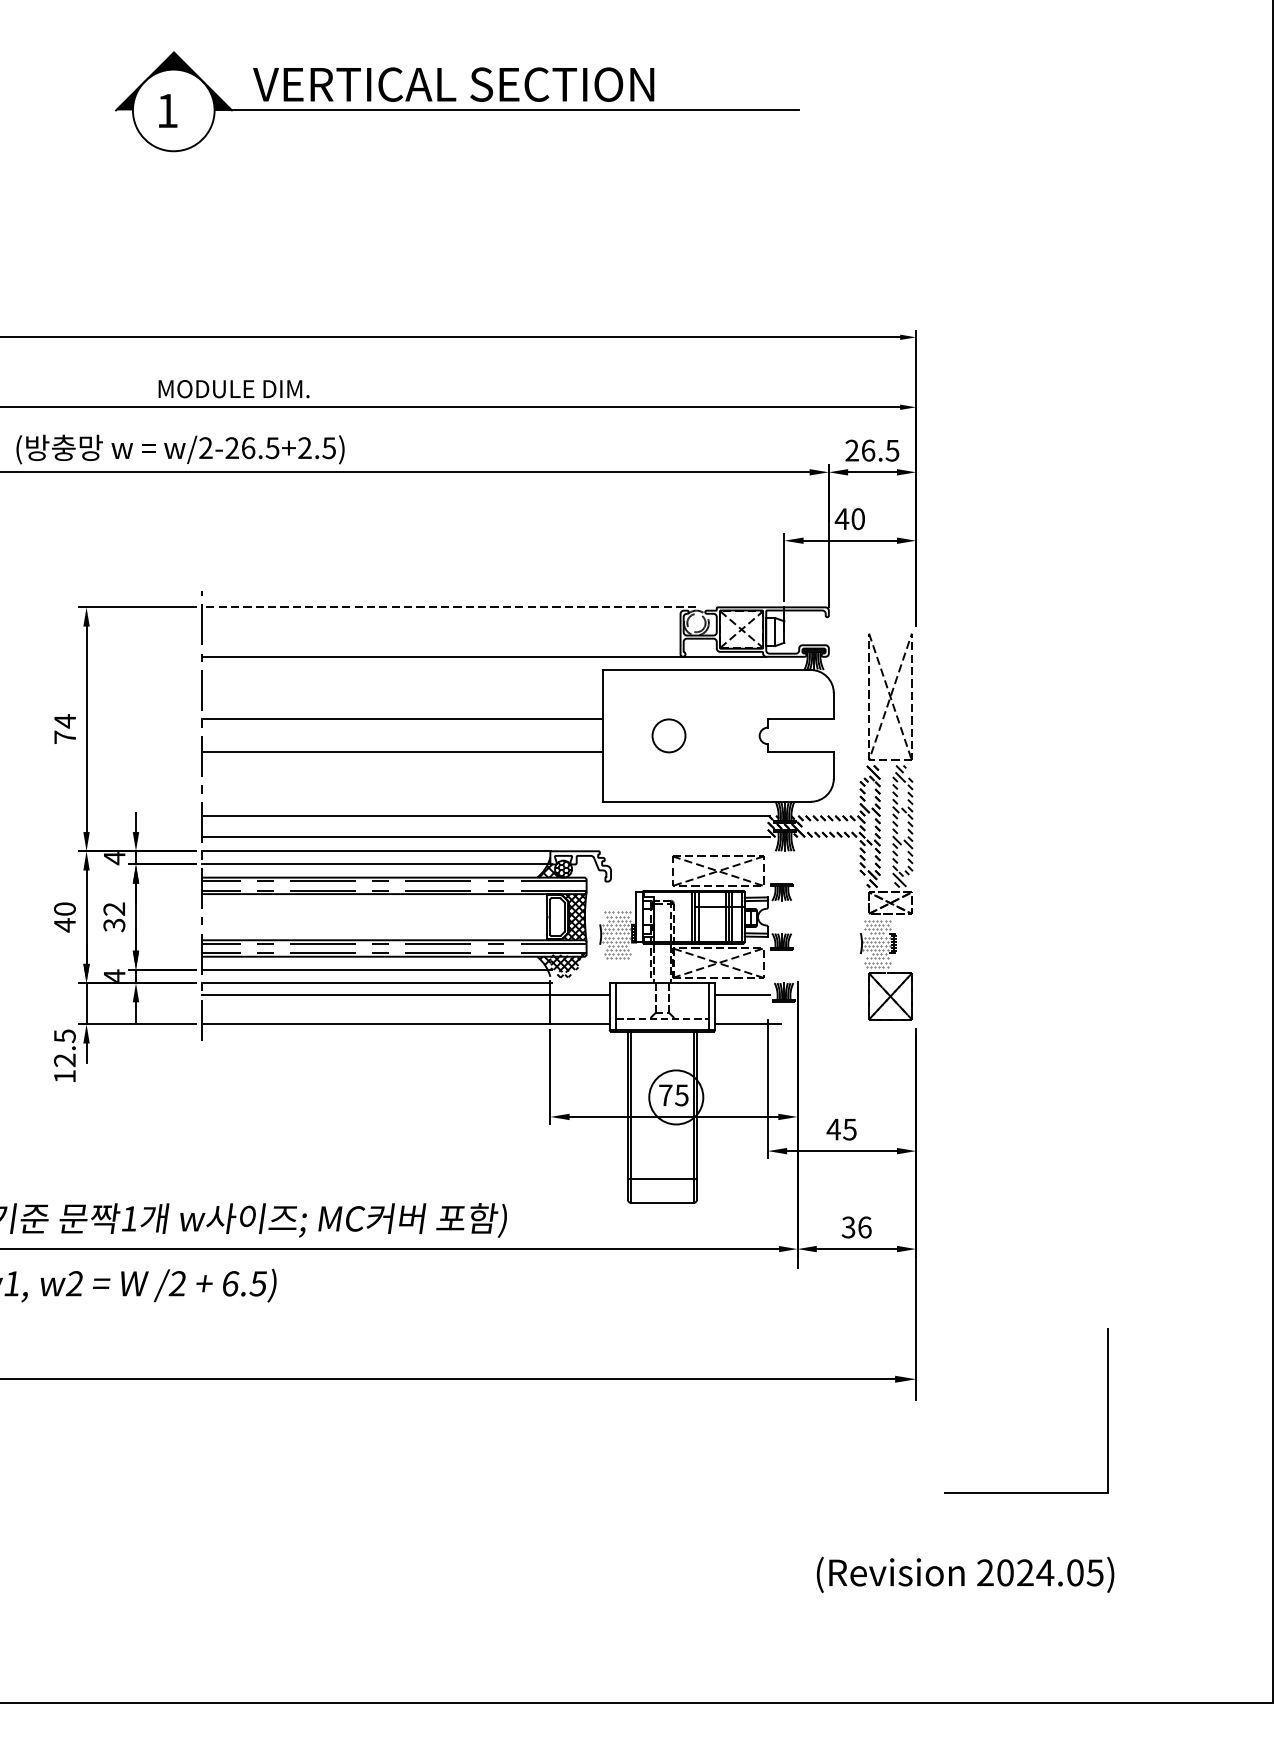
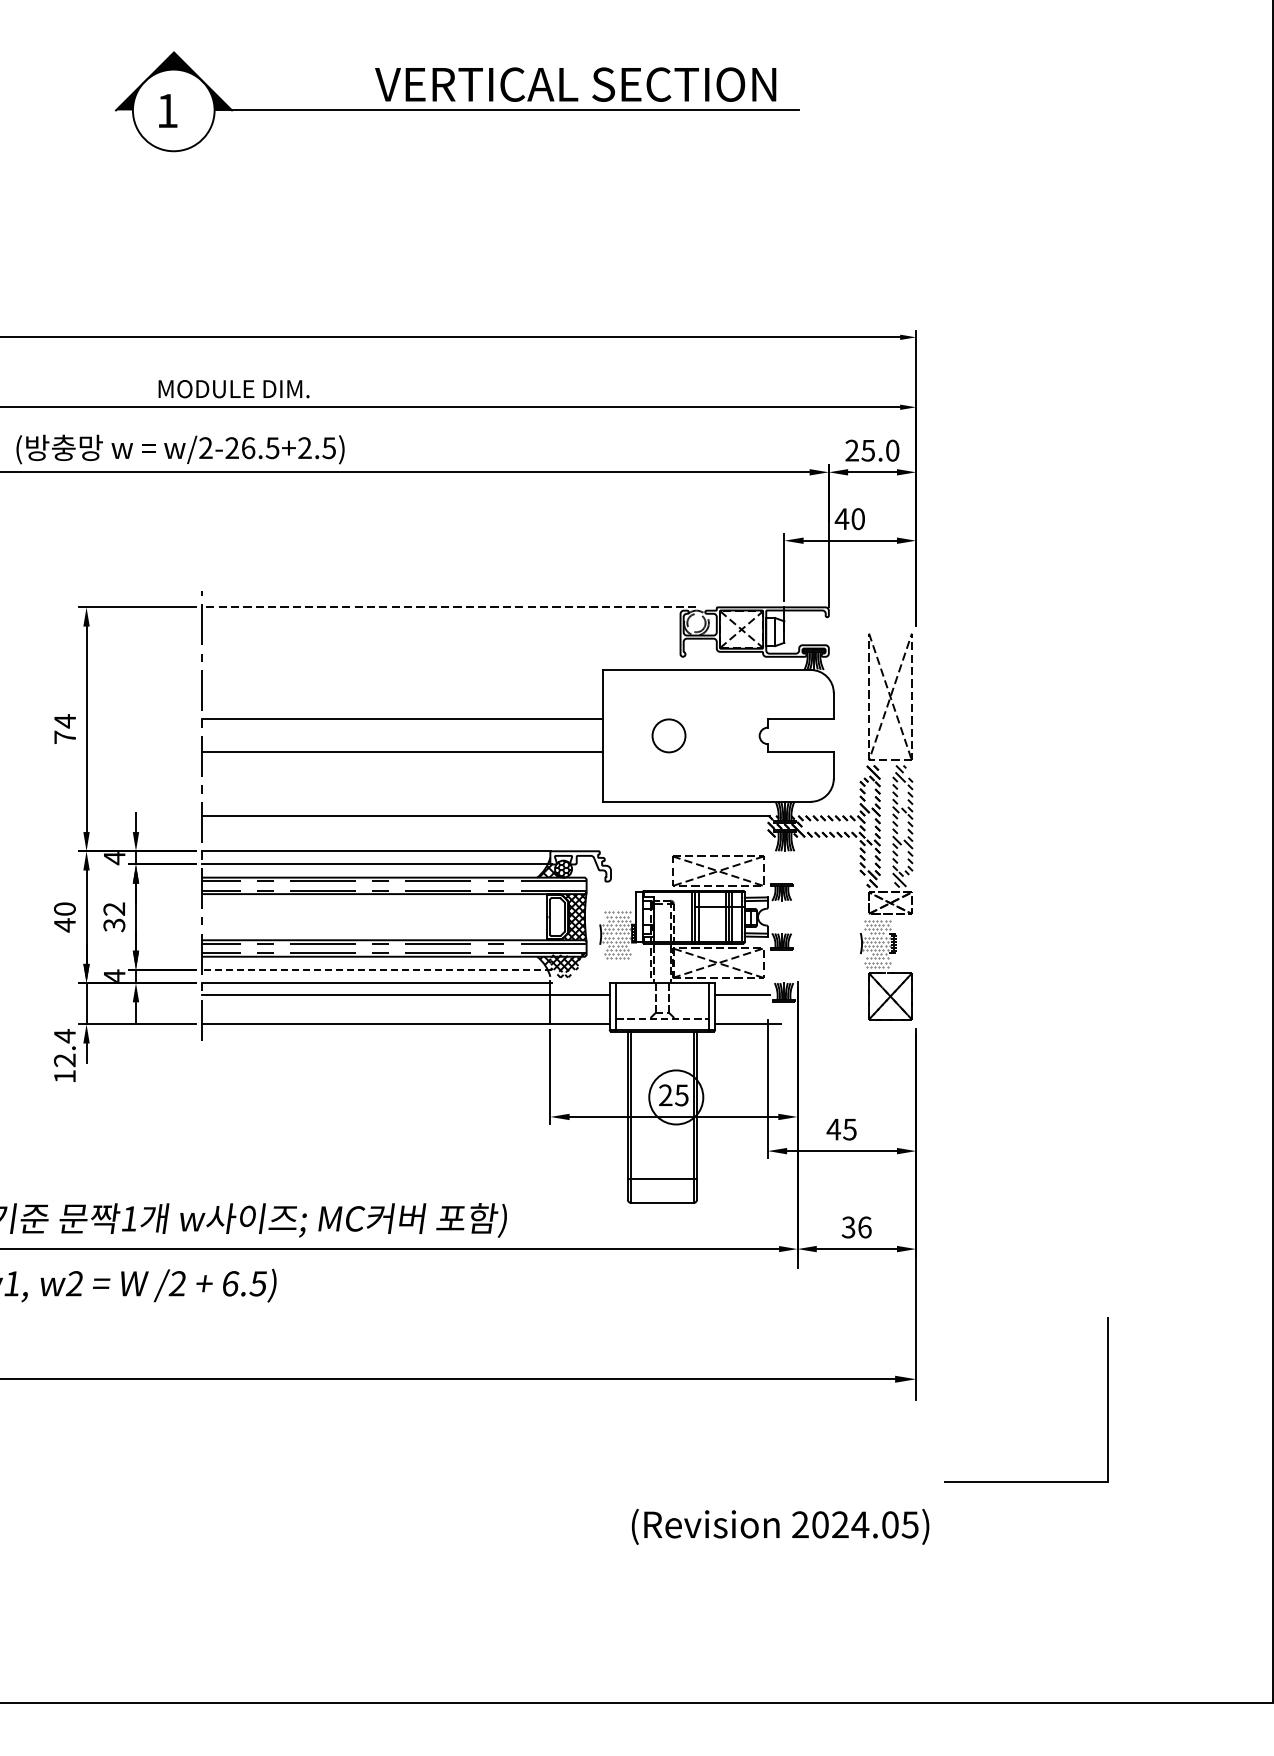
text at (453, 84) position: (453, 84) -> (575, 84)
text at (880, 450): 26.5 -> 25.0
line at (483, 656): present -> none
line at (485, 837): present -> none
line at (376, 969): solid -> dashed
text at (64, 1036): 12.5 -> 12.4
text at (665, 1094): 75 -> 25
line at (1107, 1410) position: (1107, 1410) -> (1107, 1399)
text at (965, 1574) position: (965, 1574) -> (780, 1526)
